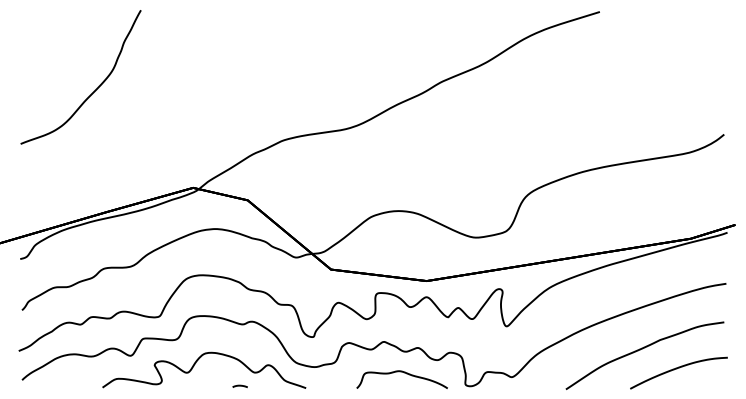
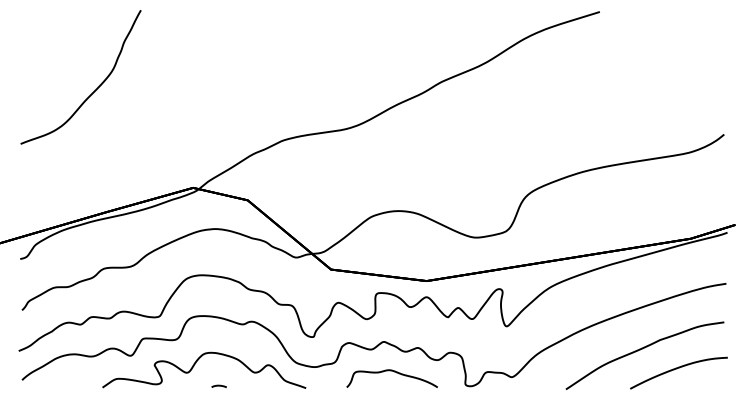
curve at (404, 373) position: (404, 373) -> (394, 372)
curve at (239, 385) position: (239, 385) -> (218, 385)
